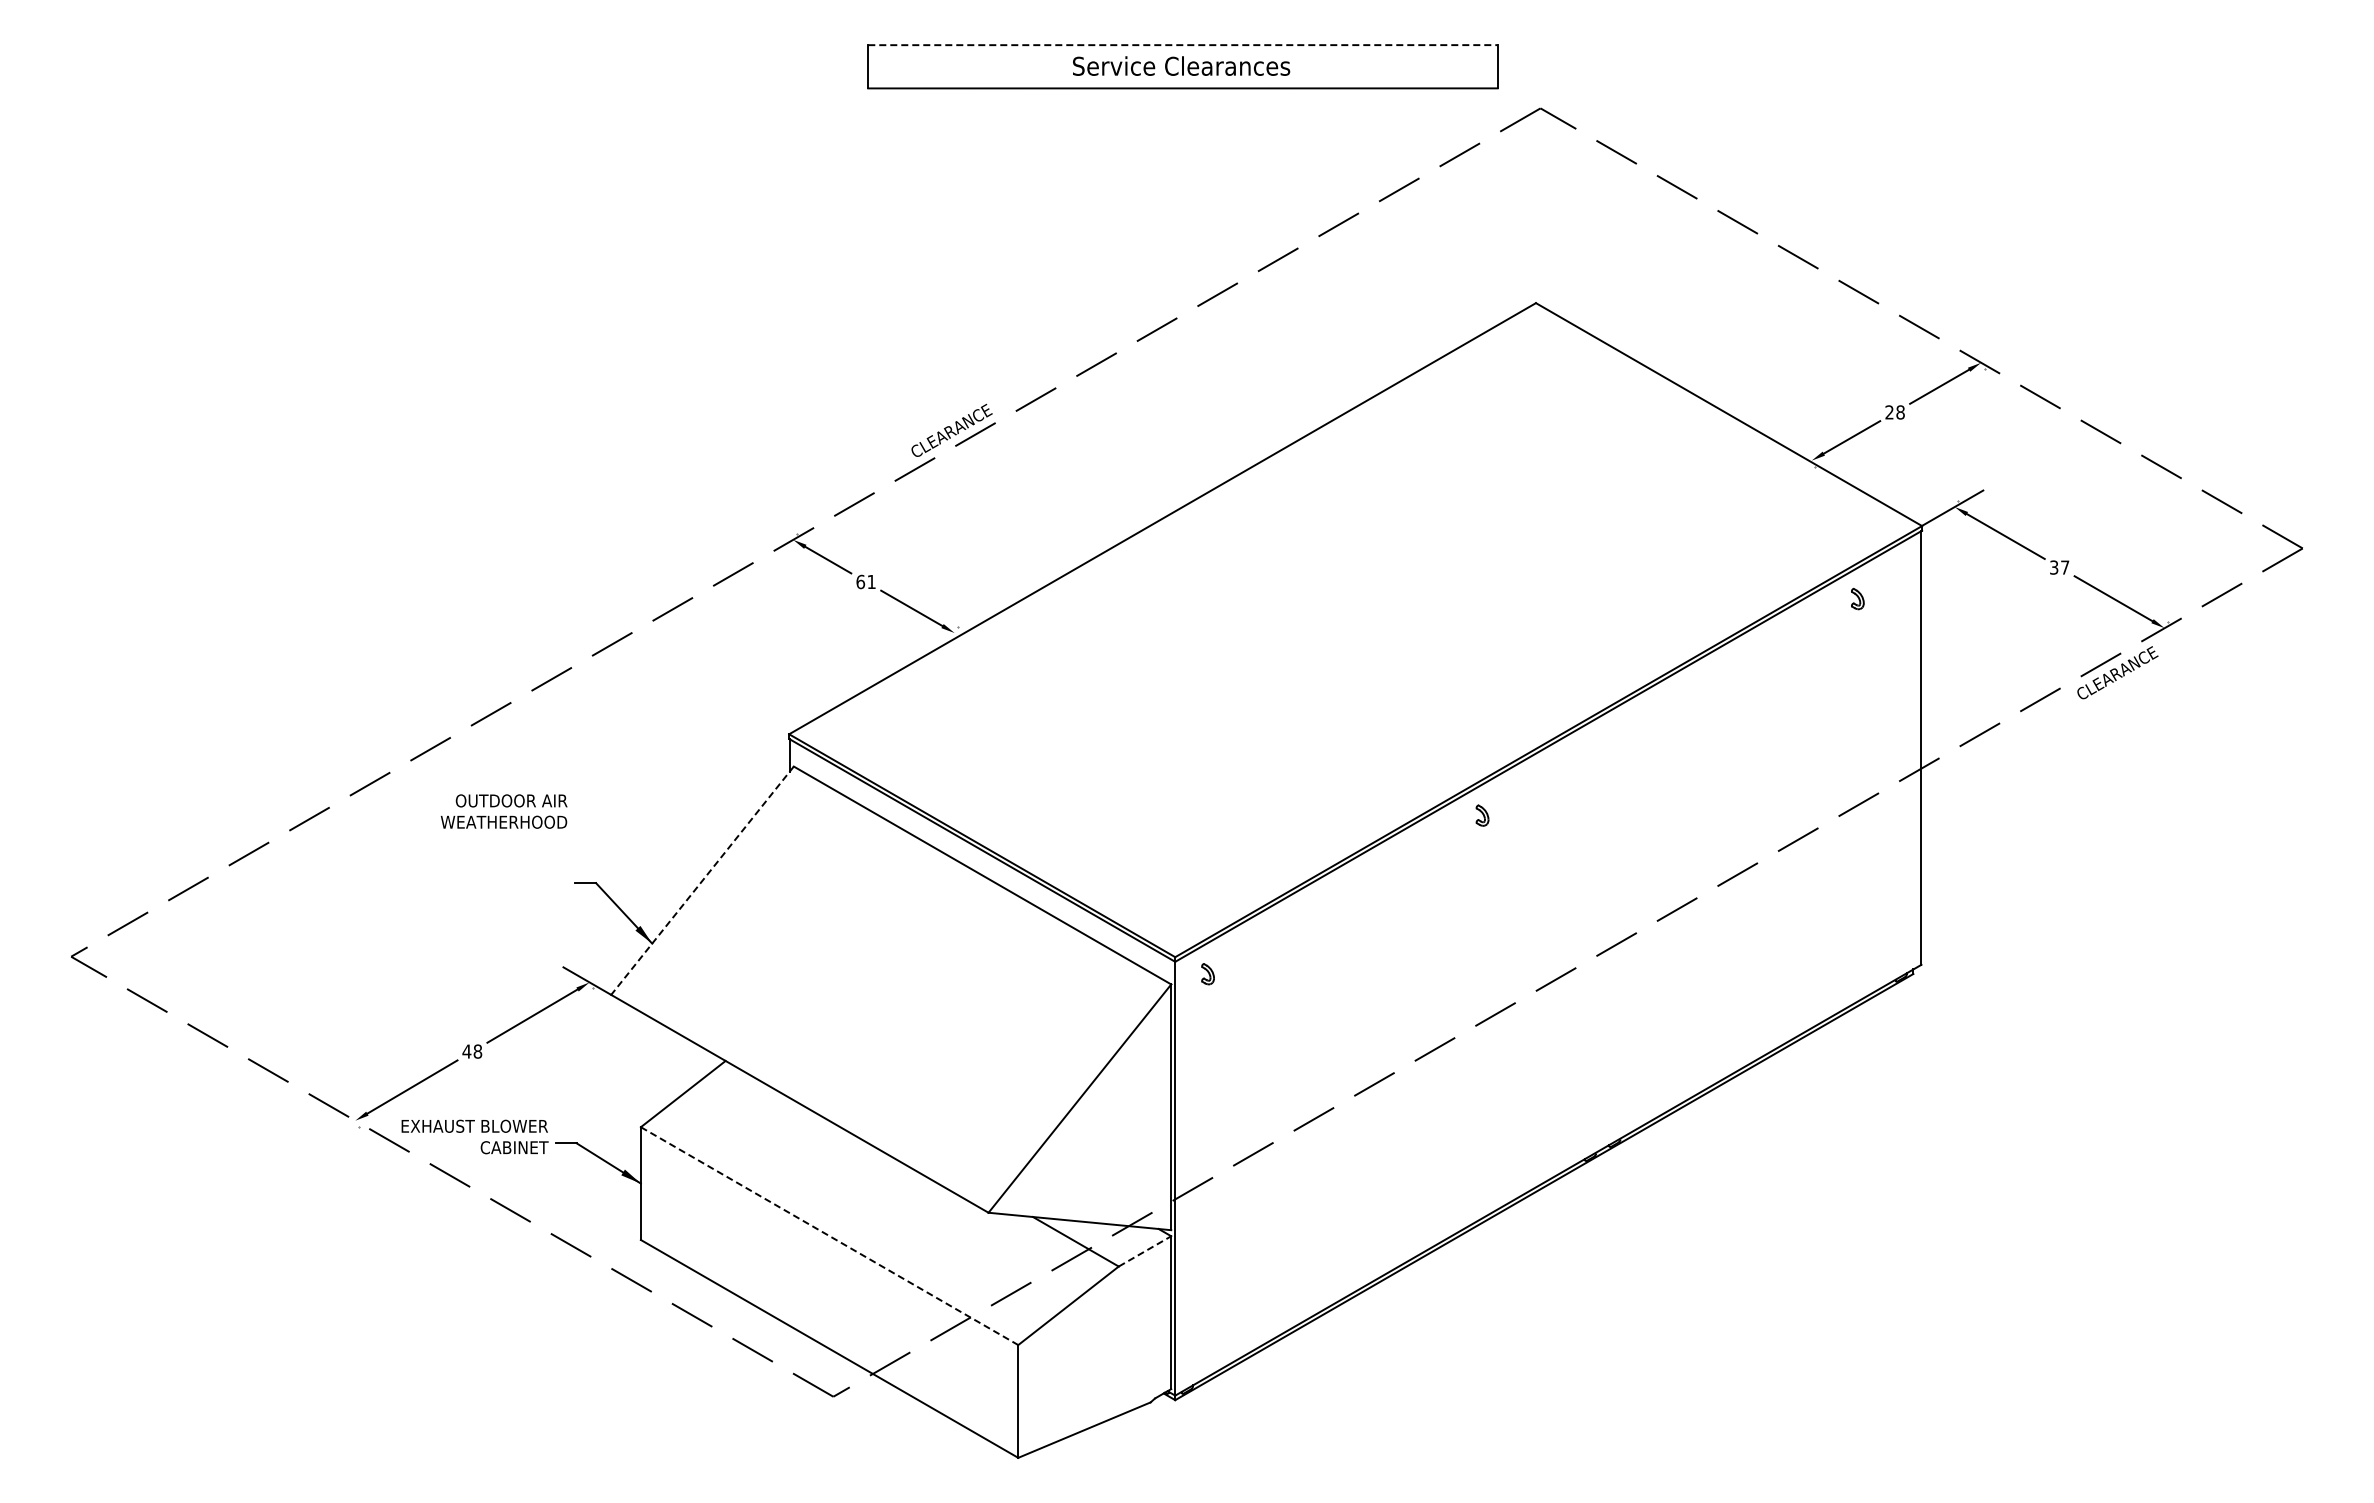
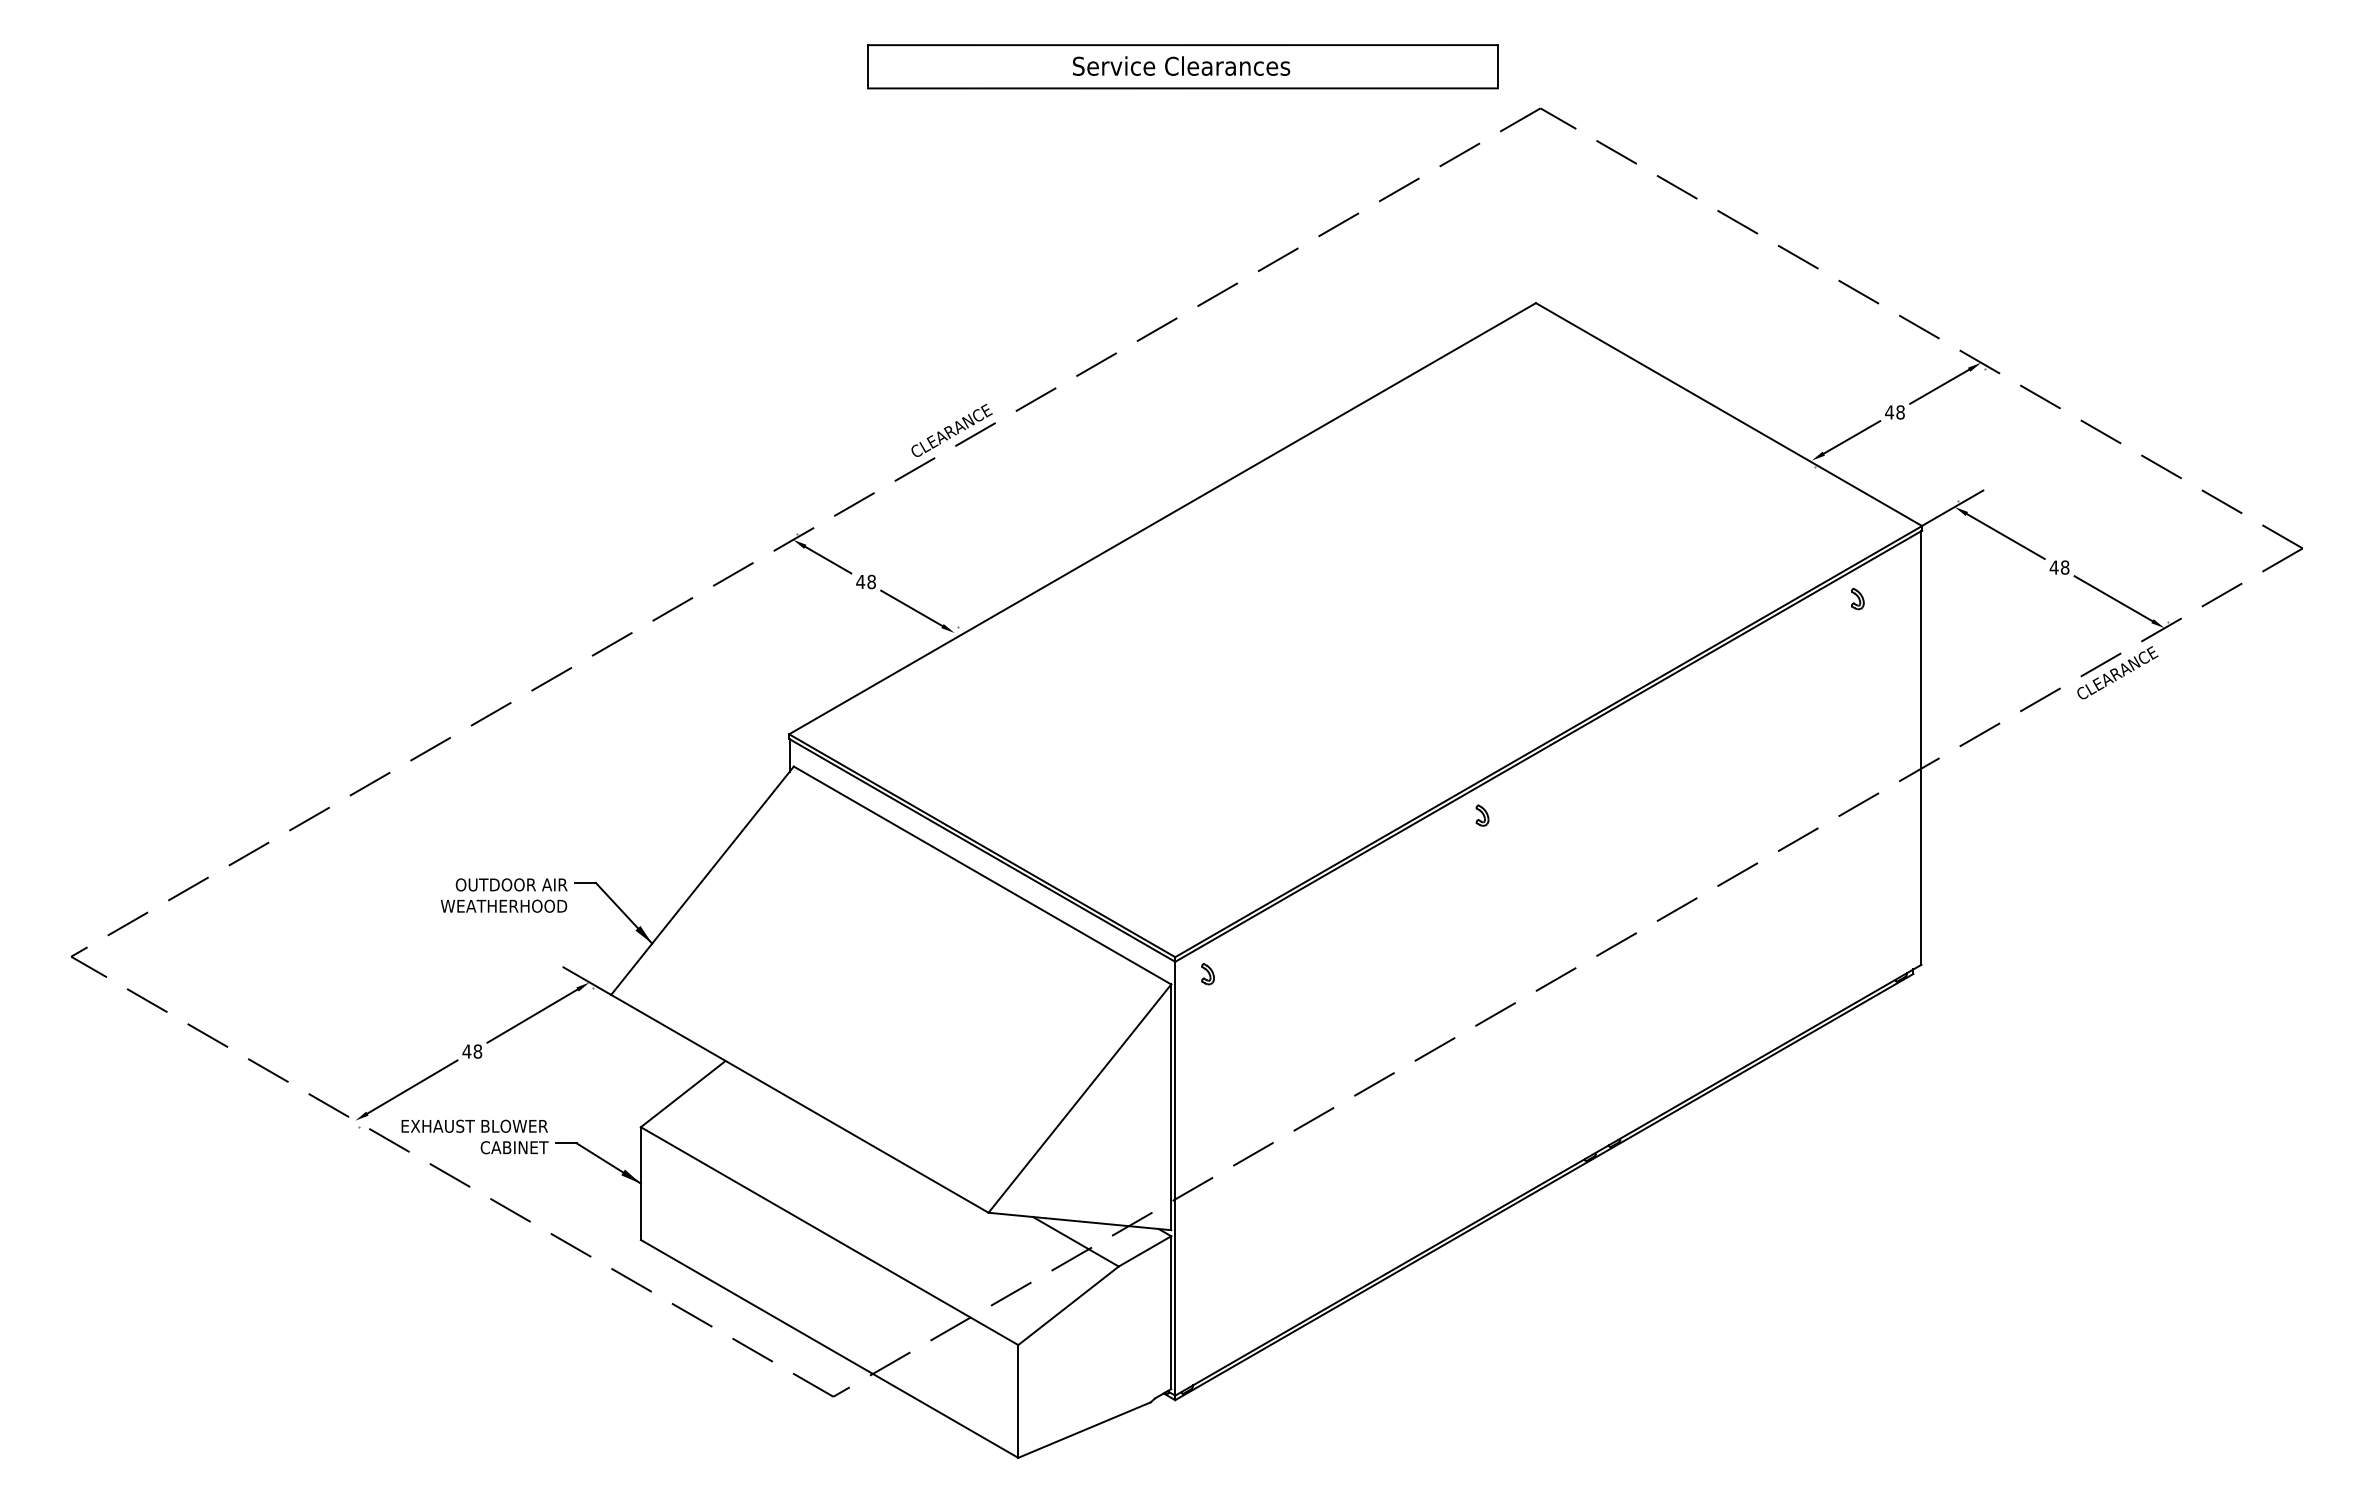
line at (1182, 45): dashed -> solid
text at (1889, 412): 28 -> 48
text at (2059, 567): 37 -> 48
text at (865, 581): 61 -> 48
text at (503, 811) position: (503, 811) -> (503, 895)
line at (702, 881): dashed -> solid
line at (829, 1236): dashed -> solid
line at (1145, 1251): dashed -> solid
